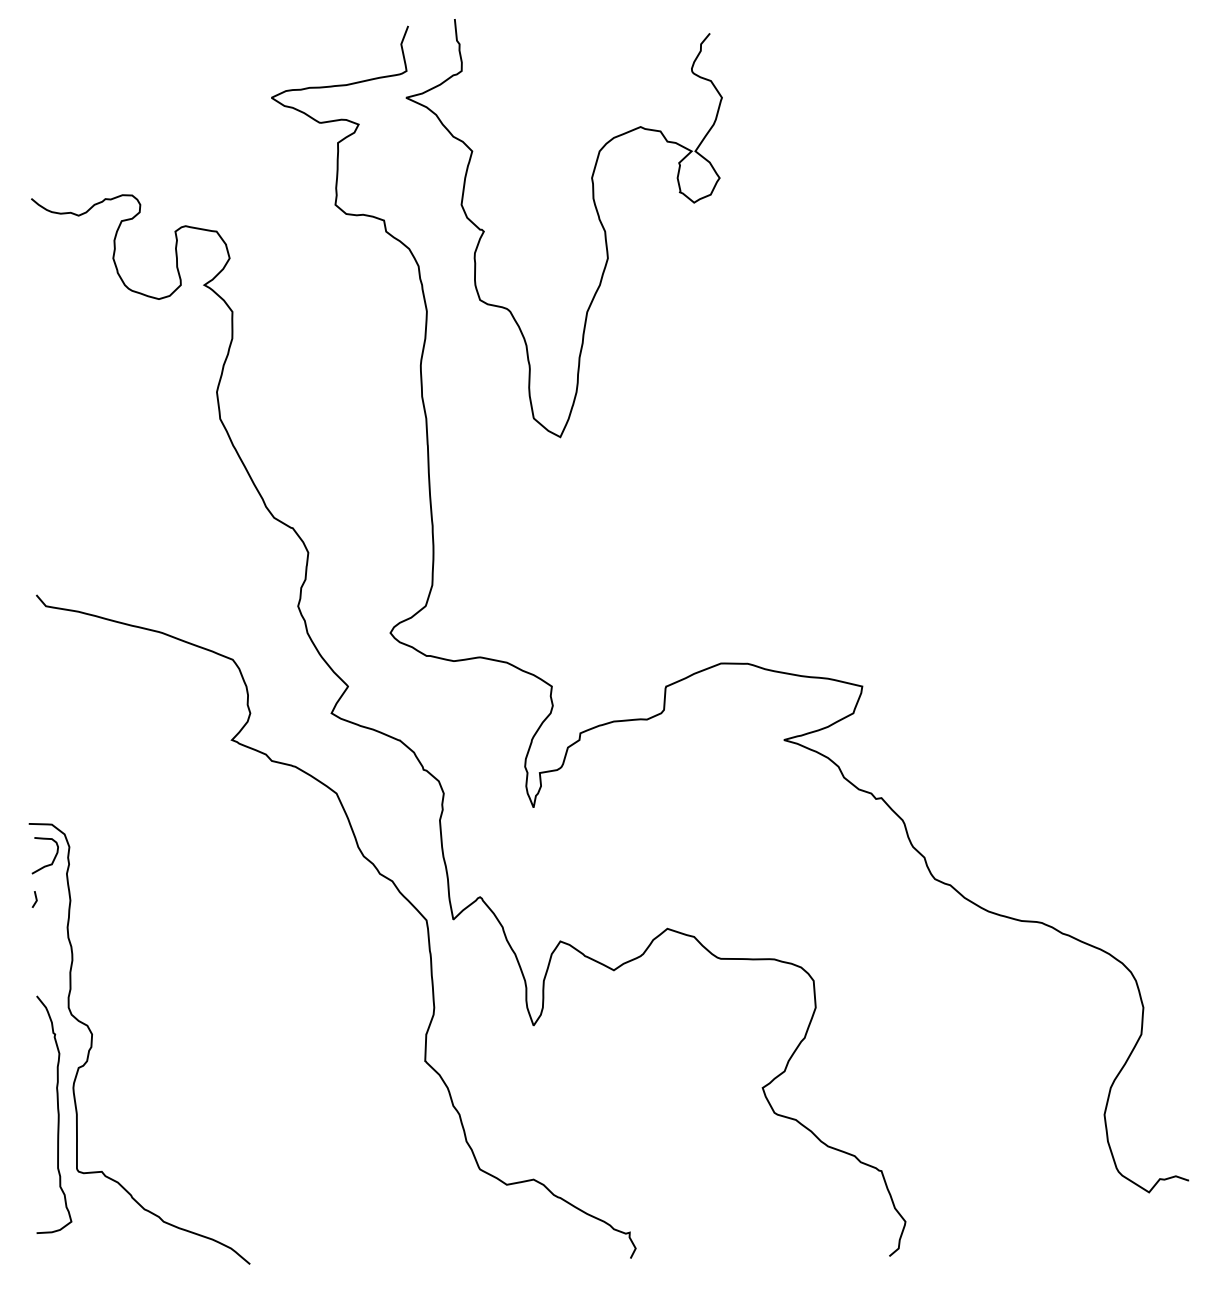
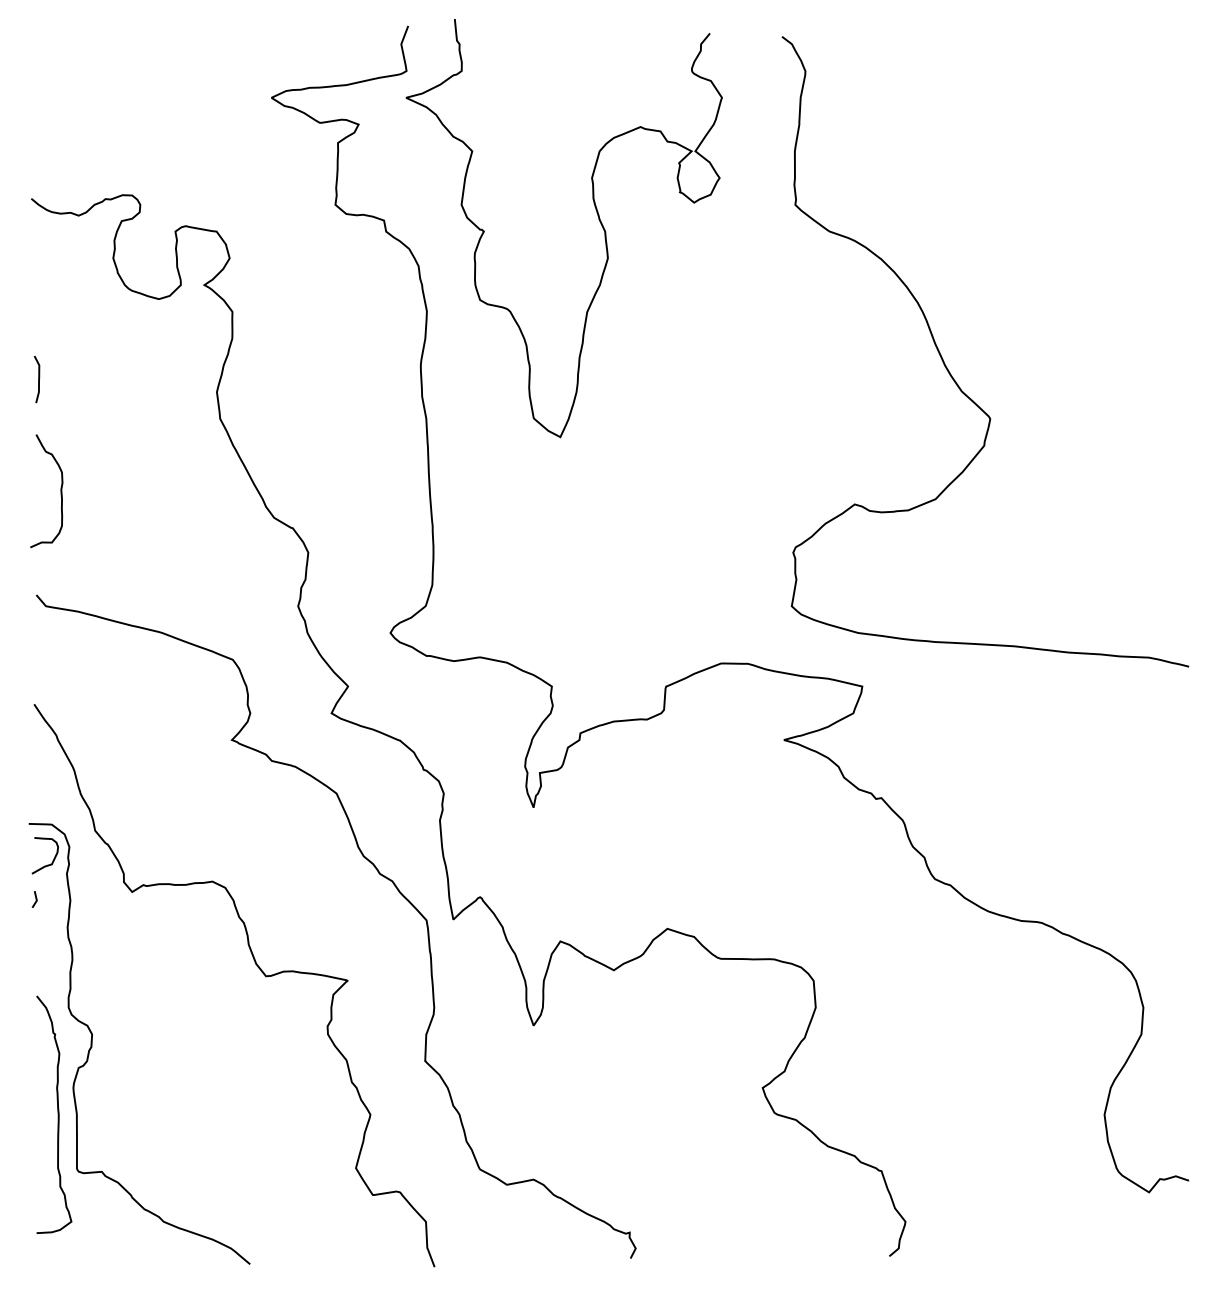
curve at (949, 370): none -> present
curve at (38, 379): none -> present
curve at (60, 491): none -> present
curve at (257, 967): none -> present
